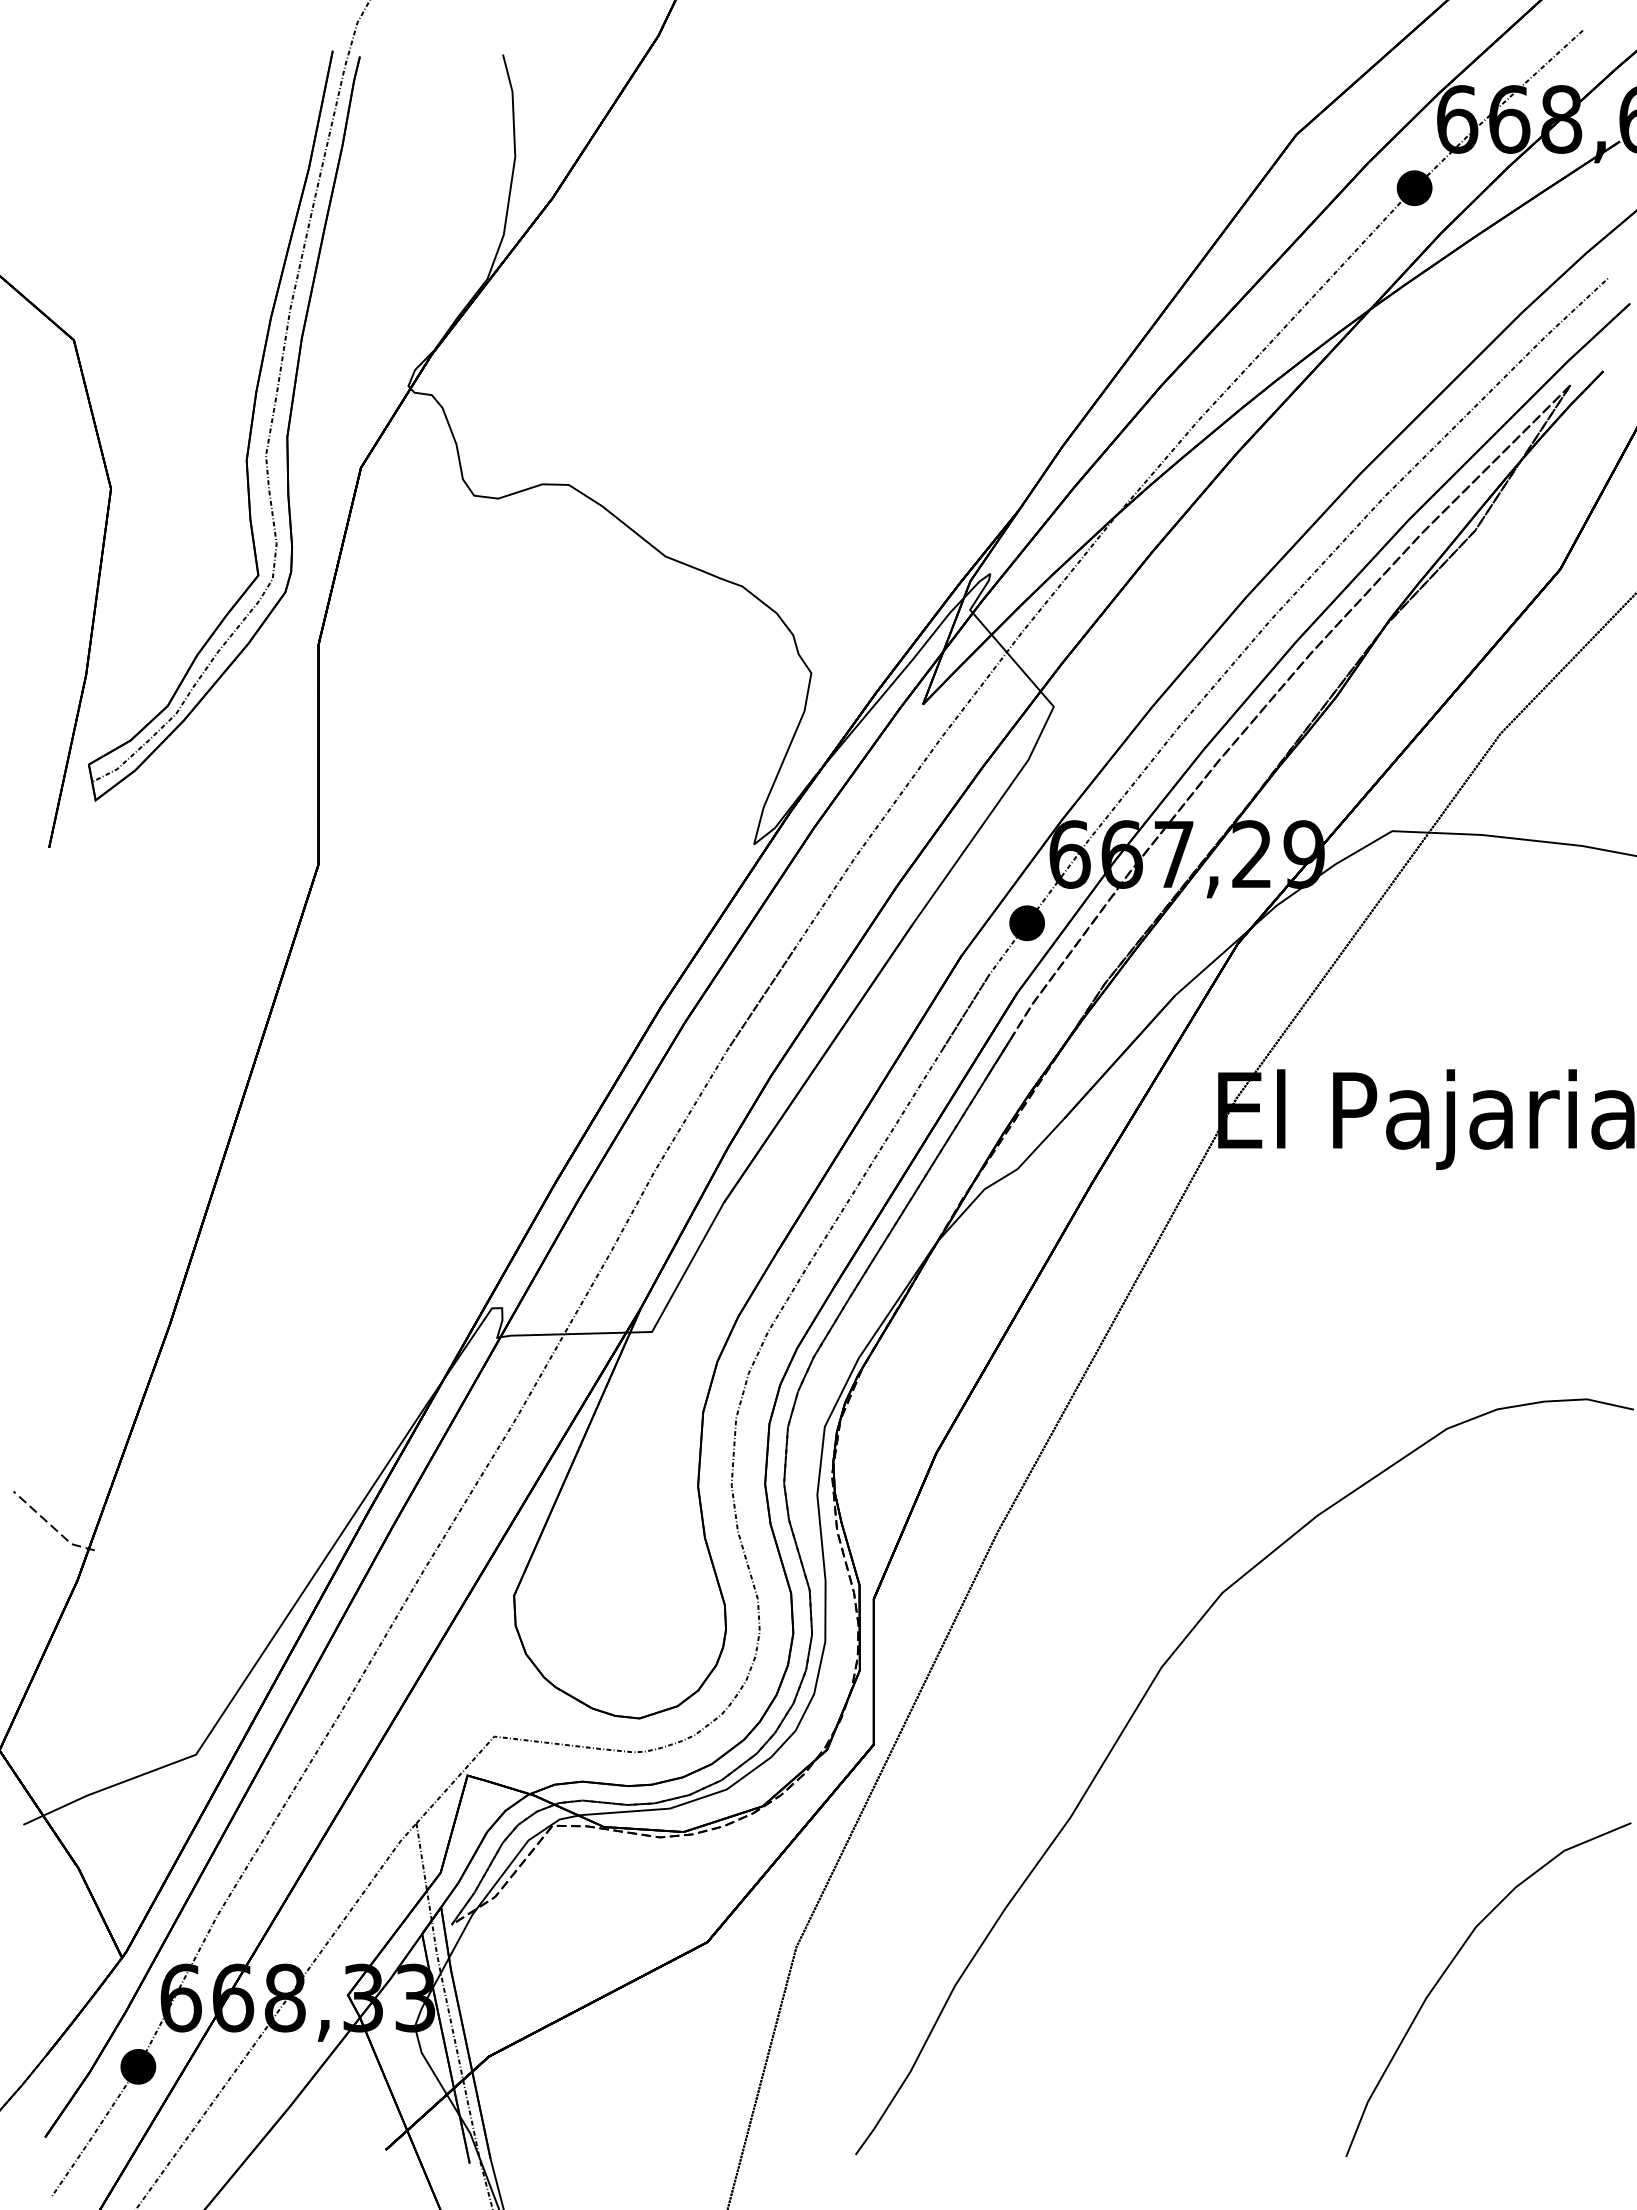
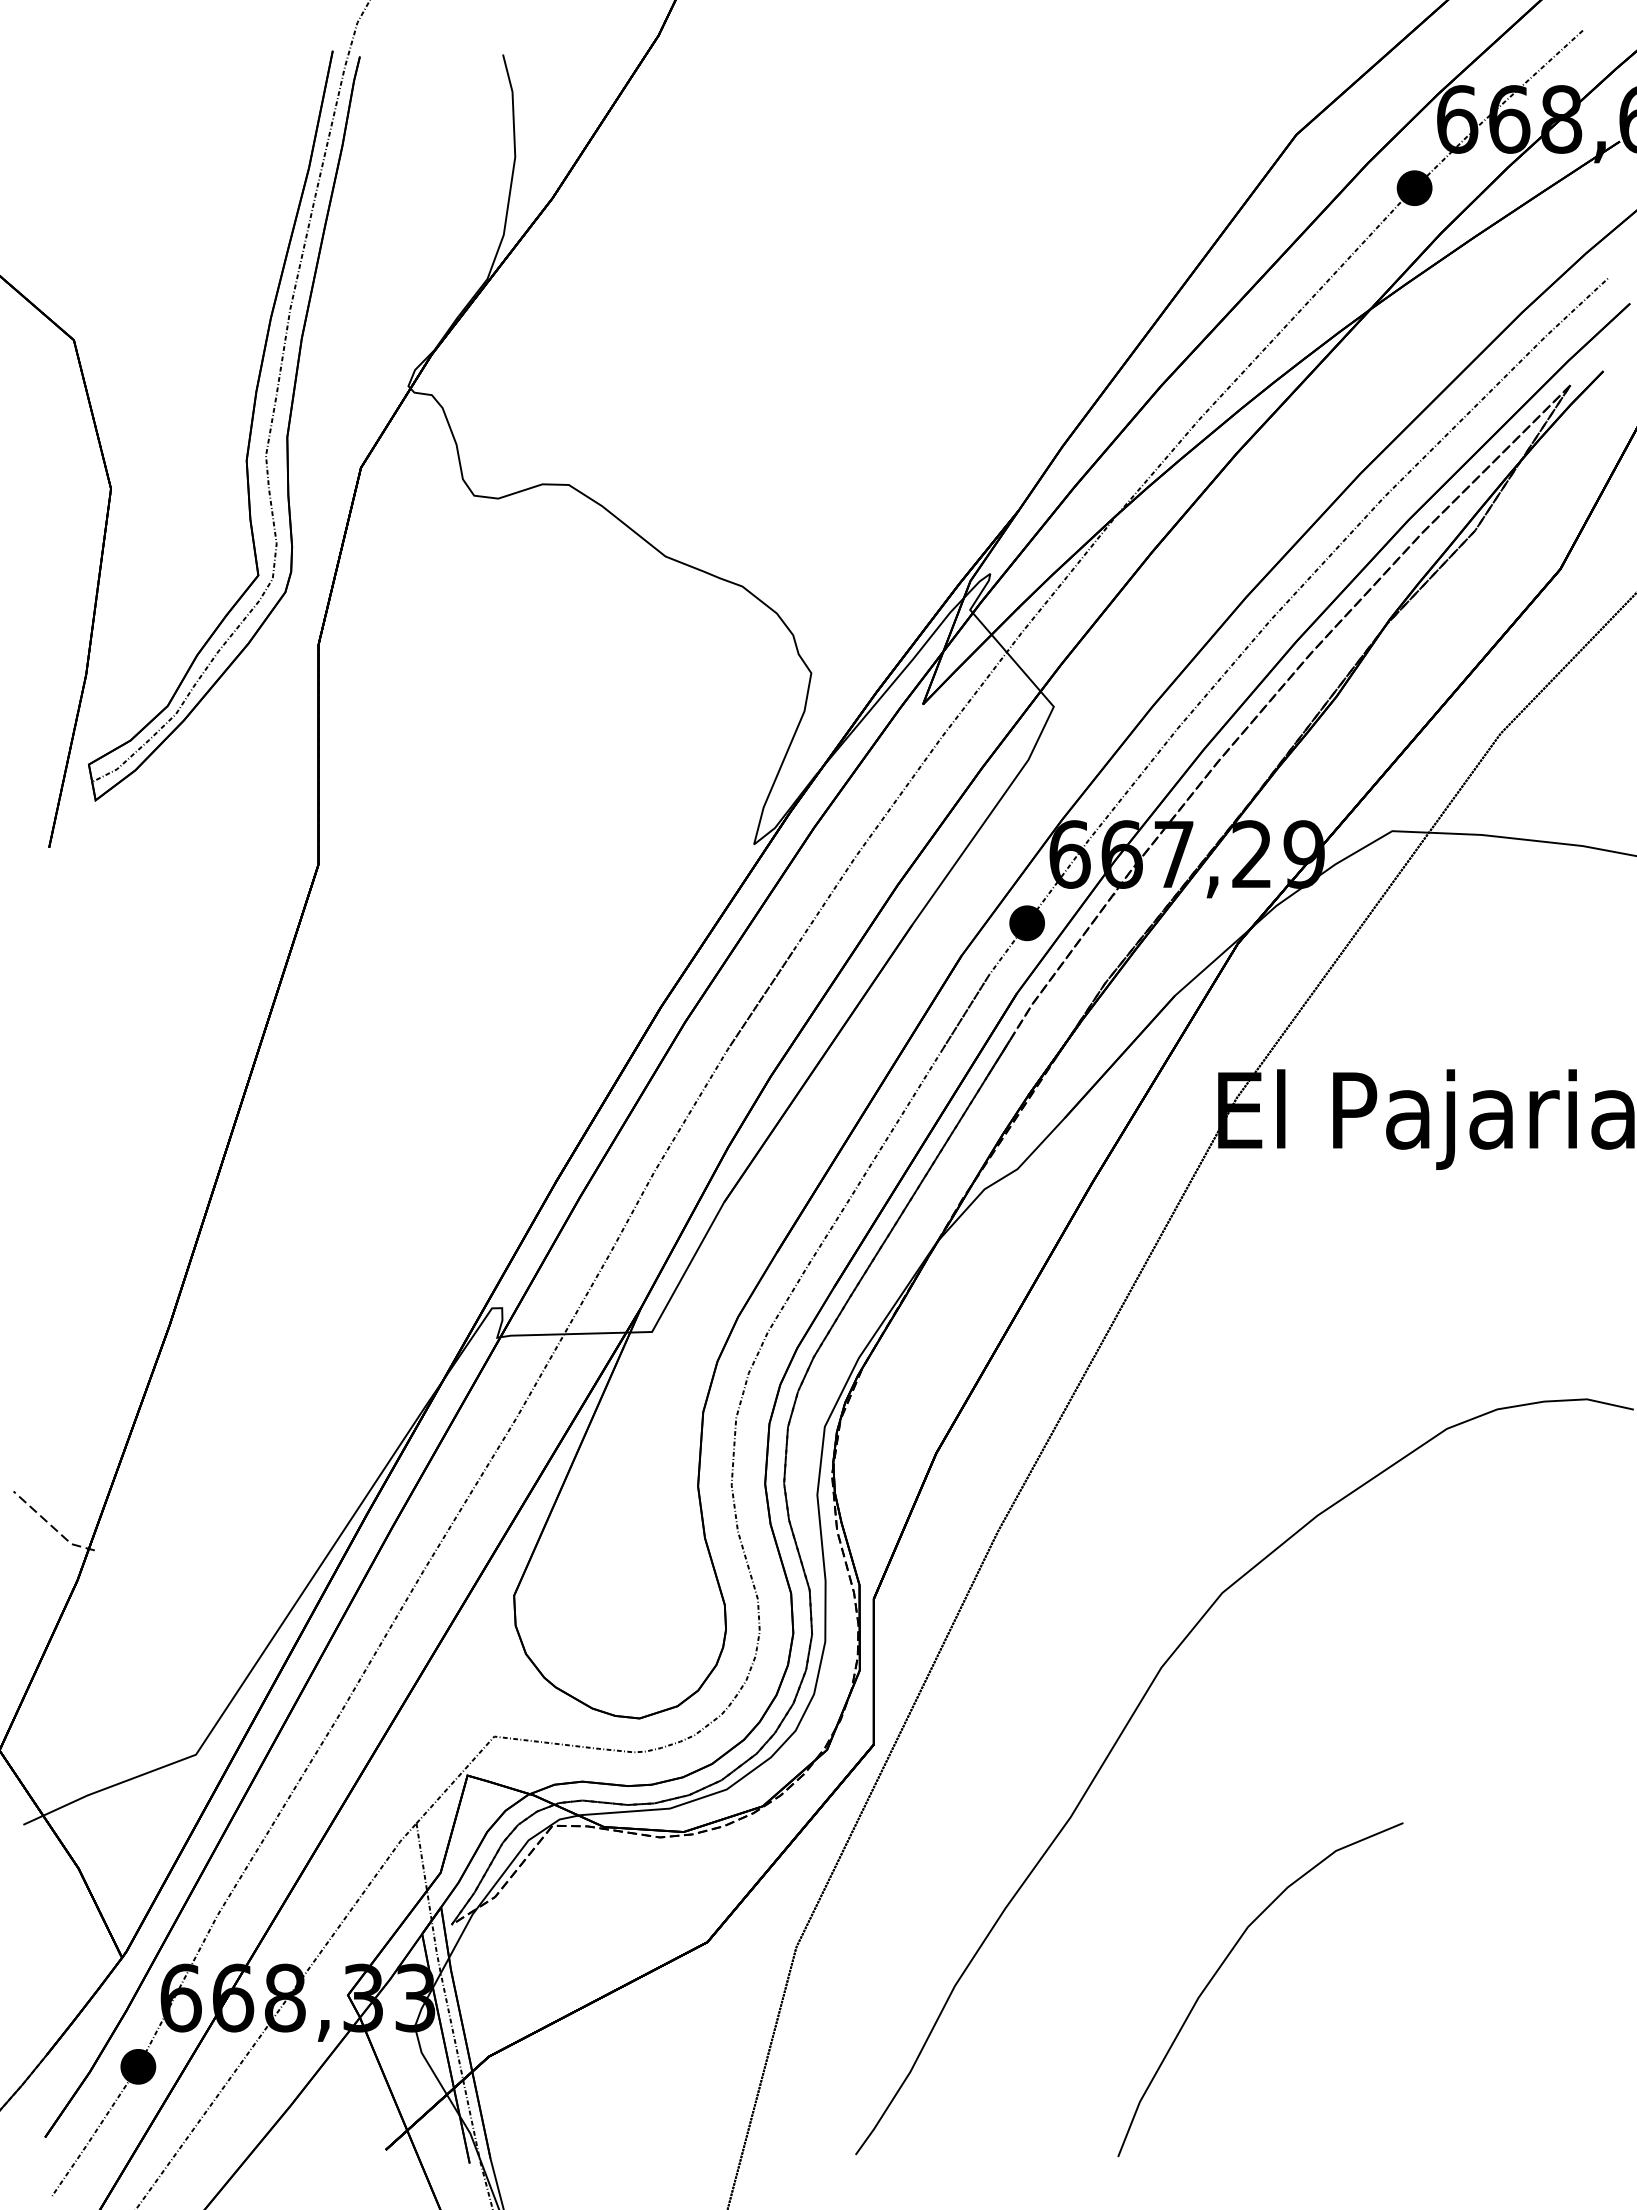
curve at (1453, 1961) position: (1453, 1961) -> (1225, 1961)
